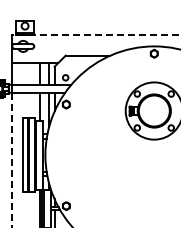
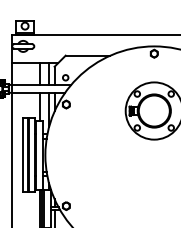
line at (96, 35): dashed -> solid
line at (12, 160): dashed -> solid
